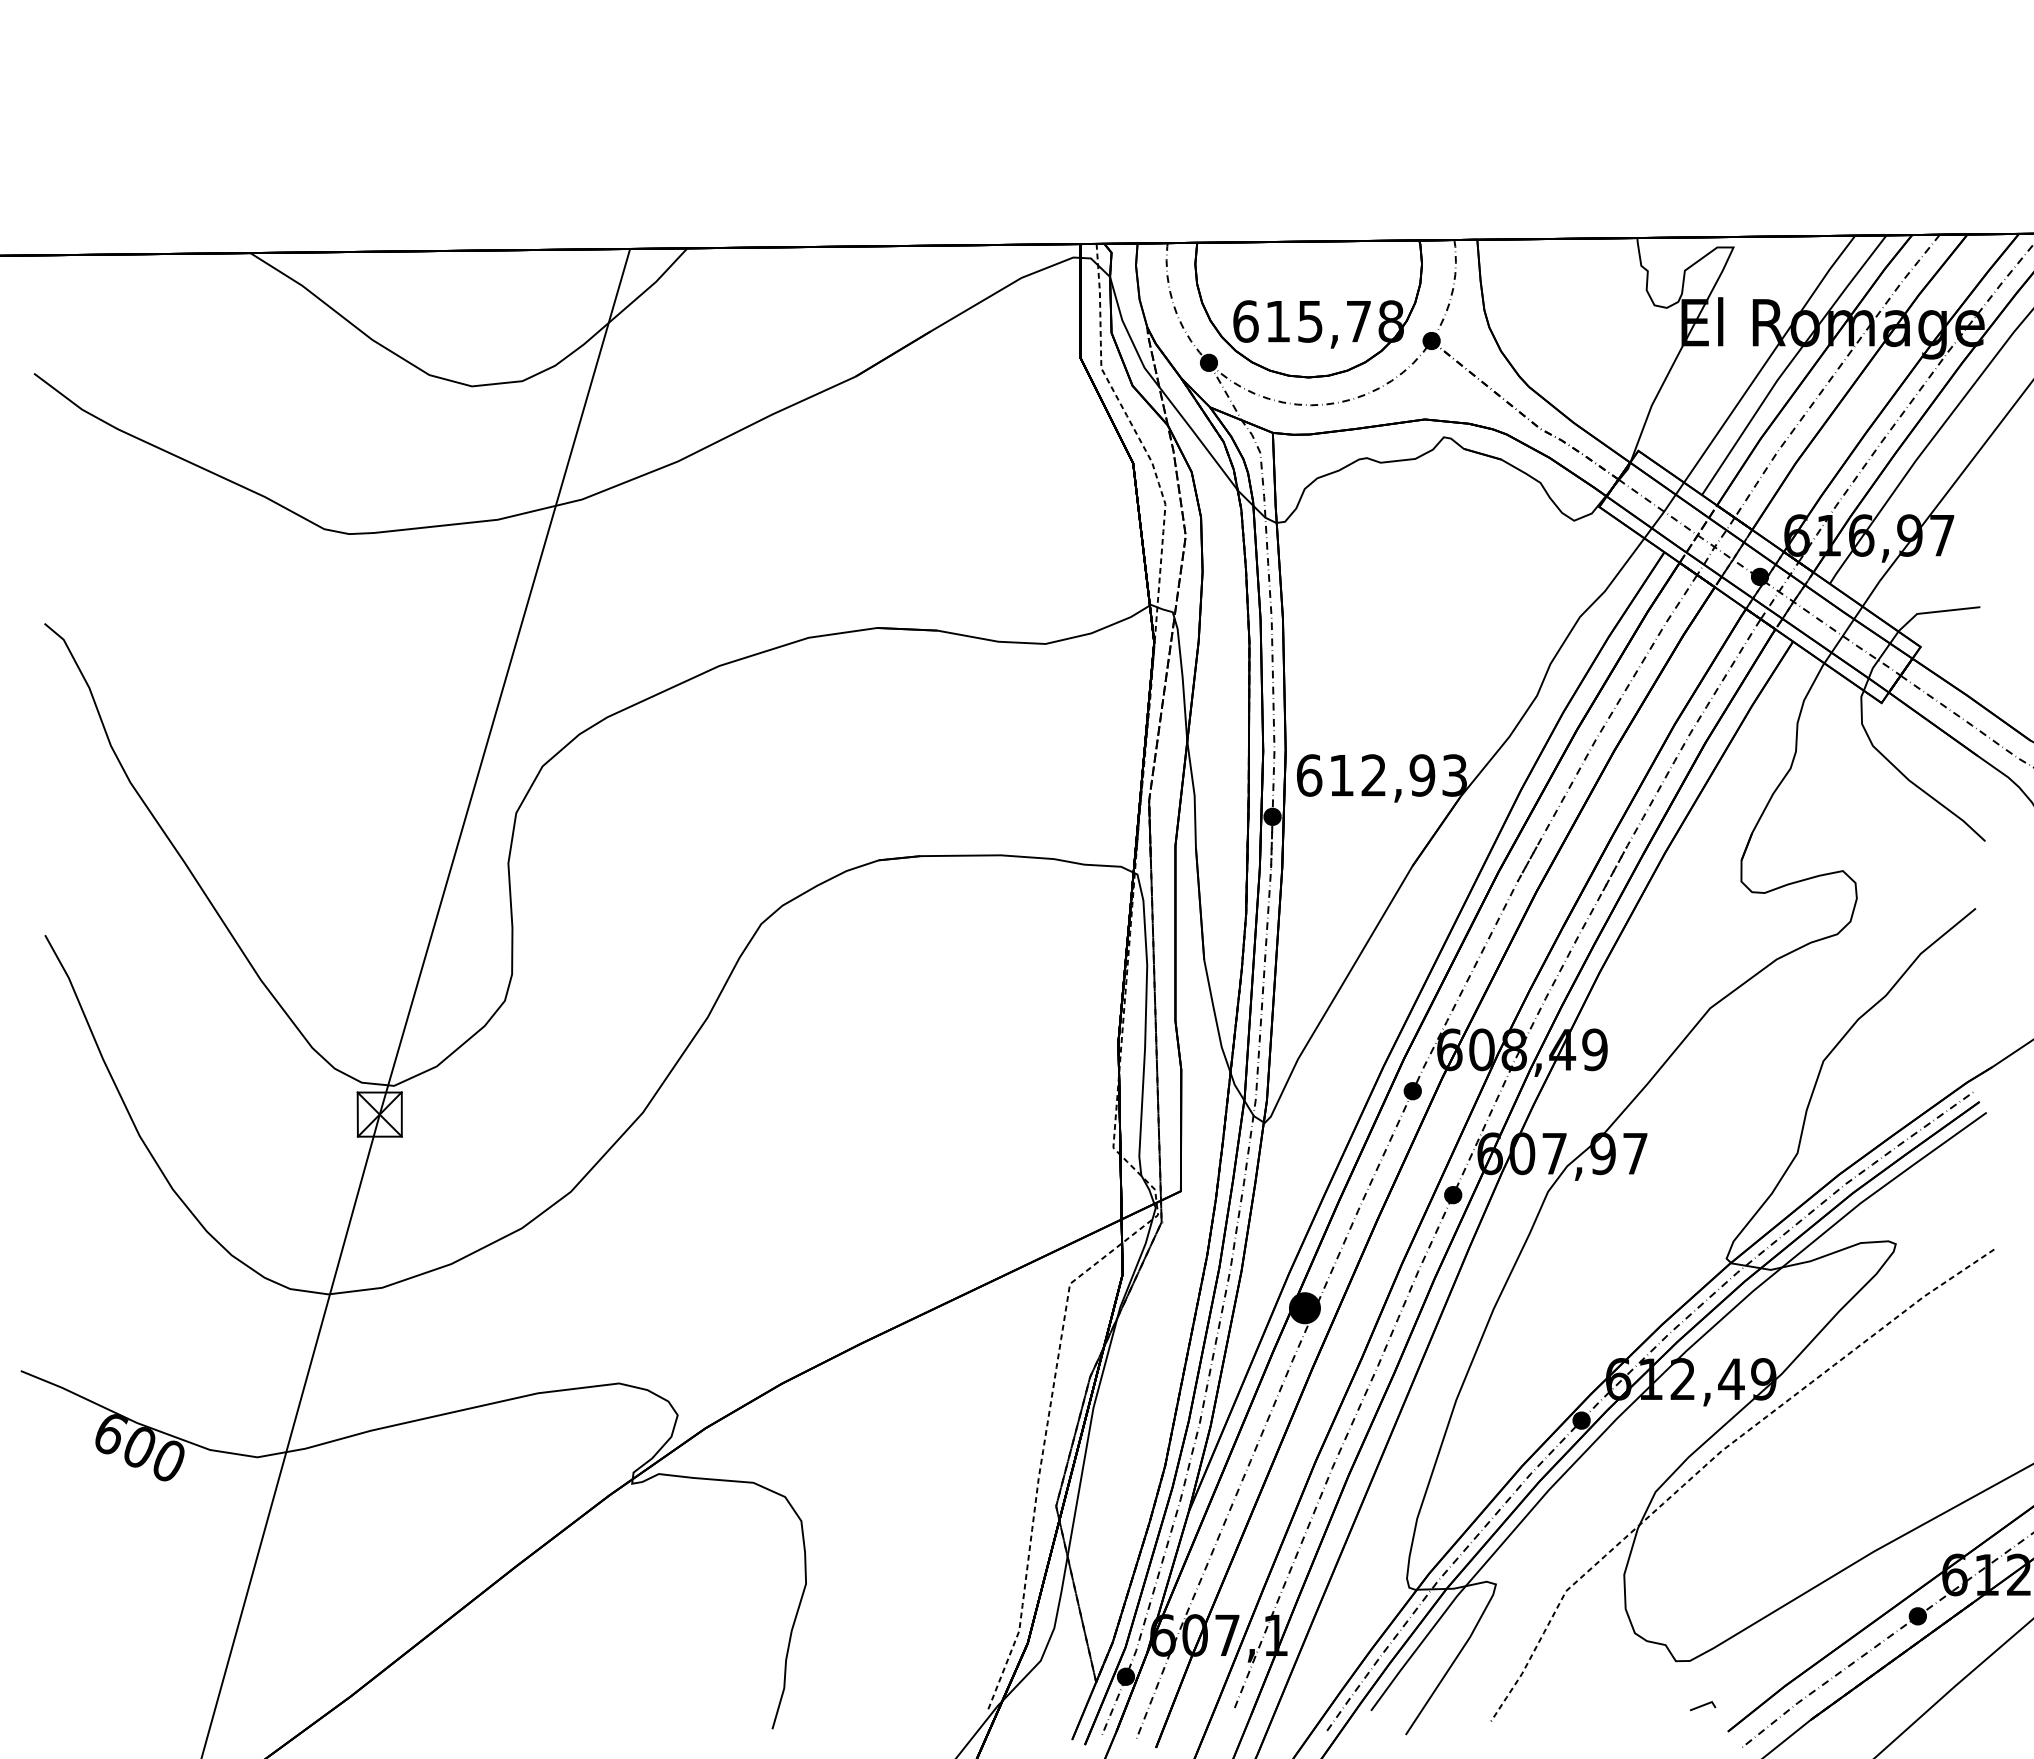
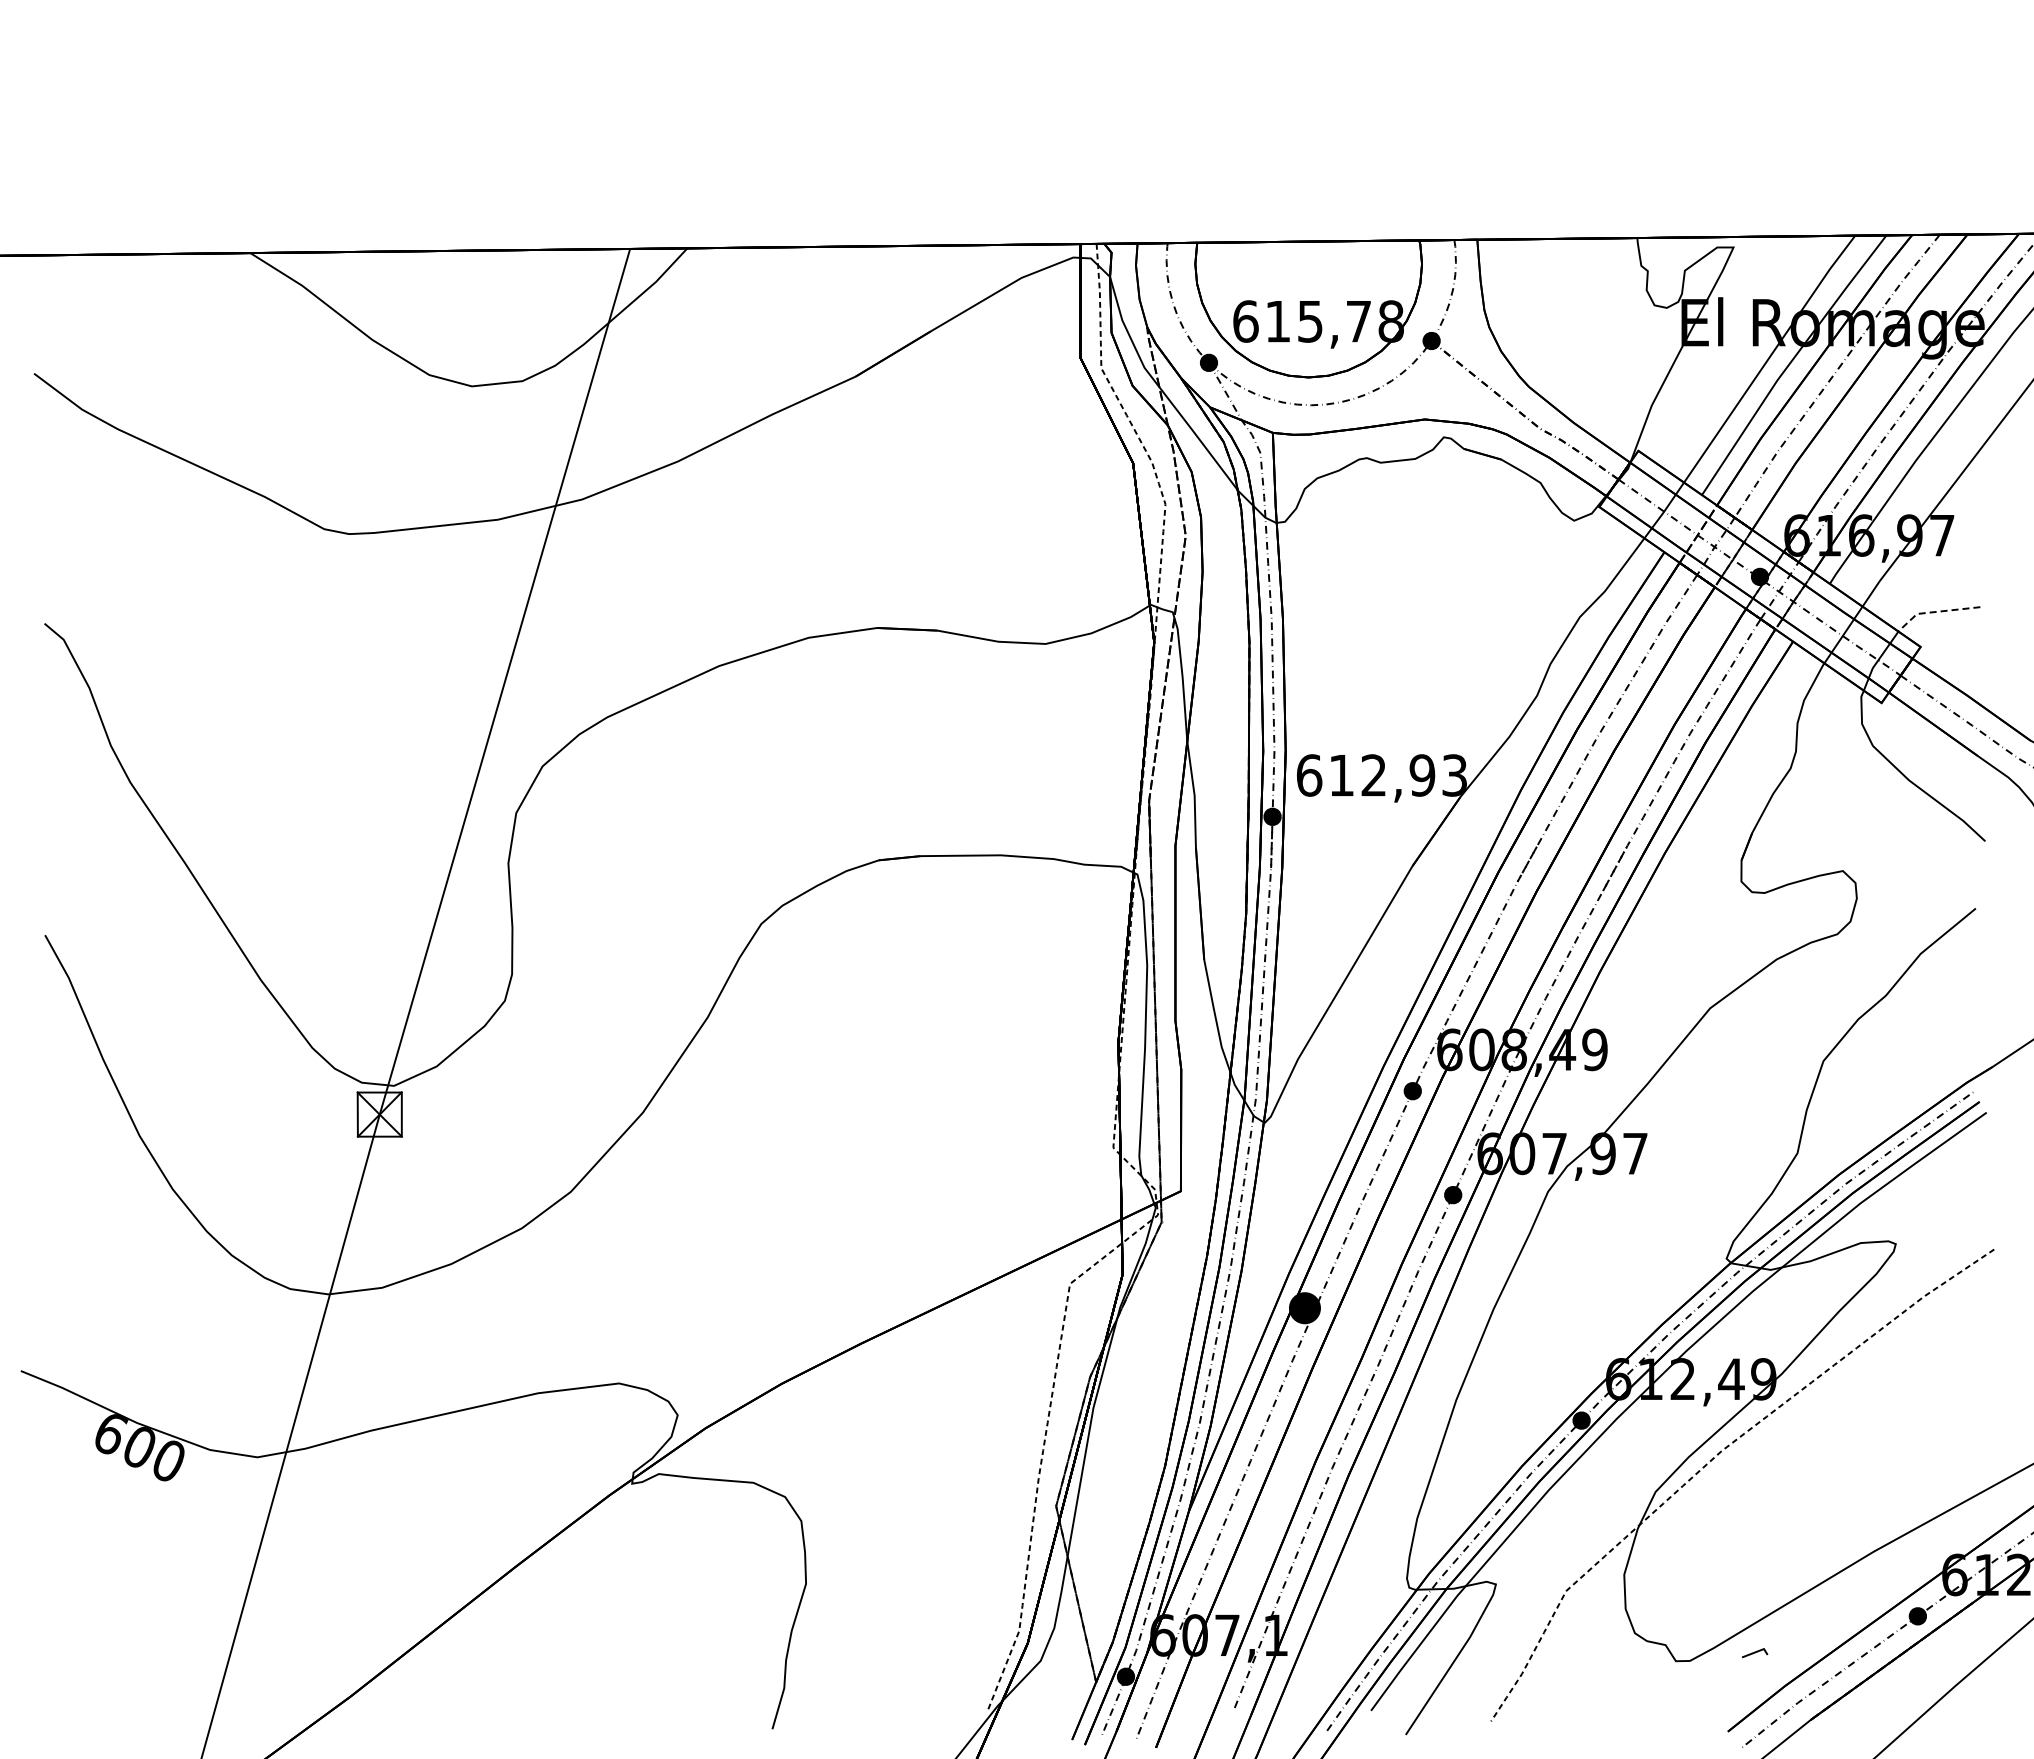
line at (1934, 612): solid -> dashed
line at (1703, 1706) position: (1703, 1706) -> (1755, 1653)
